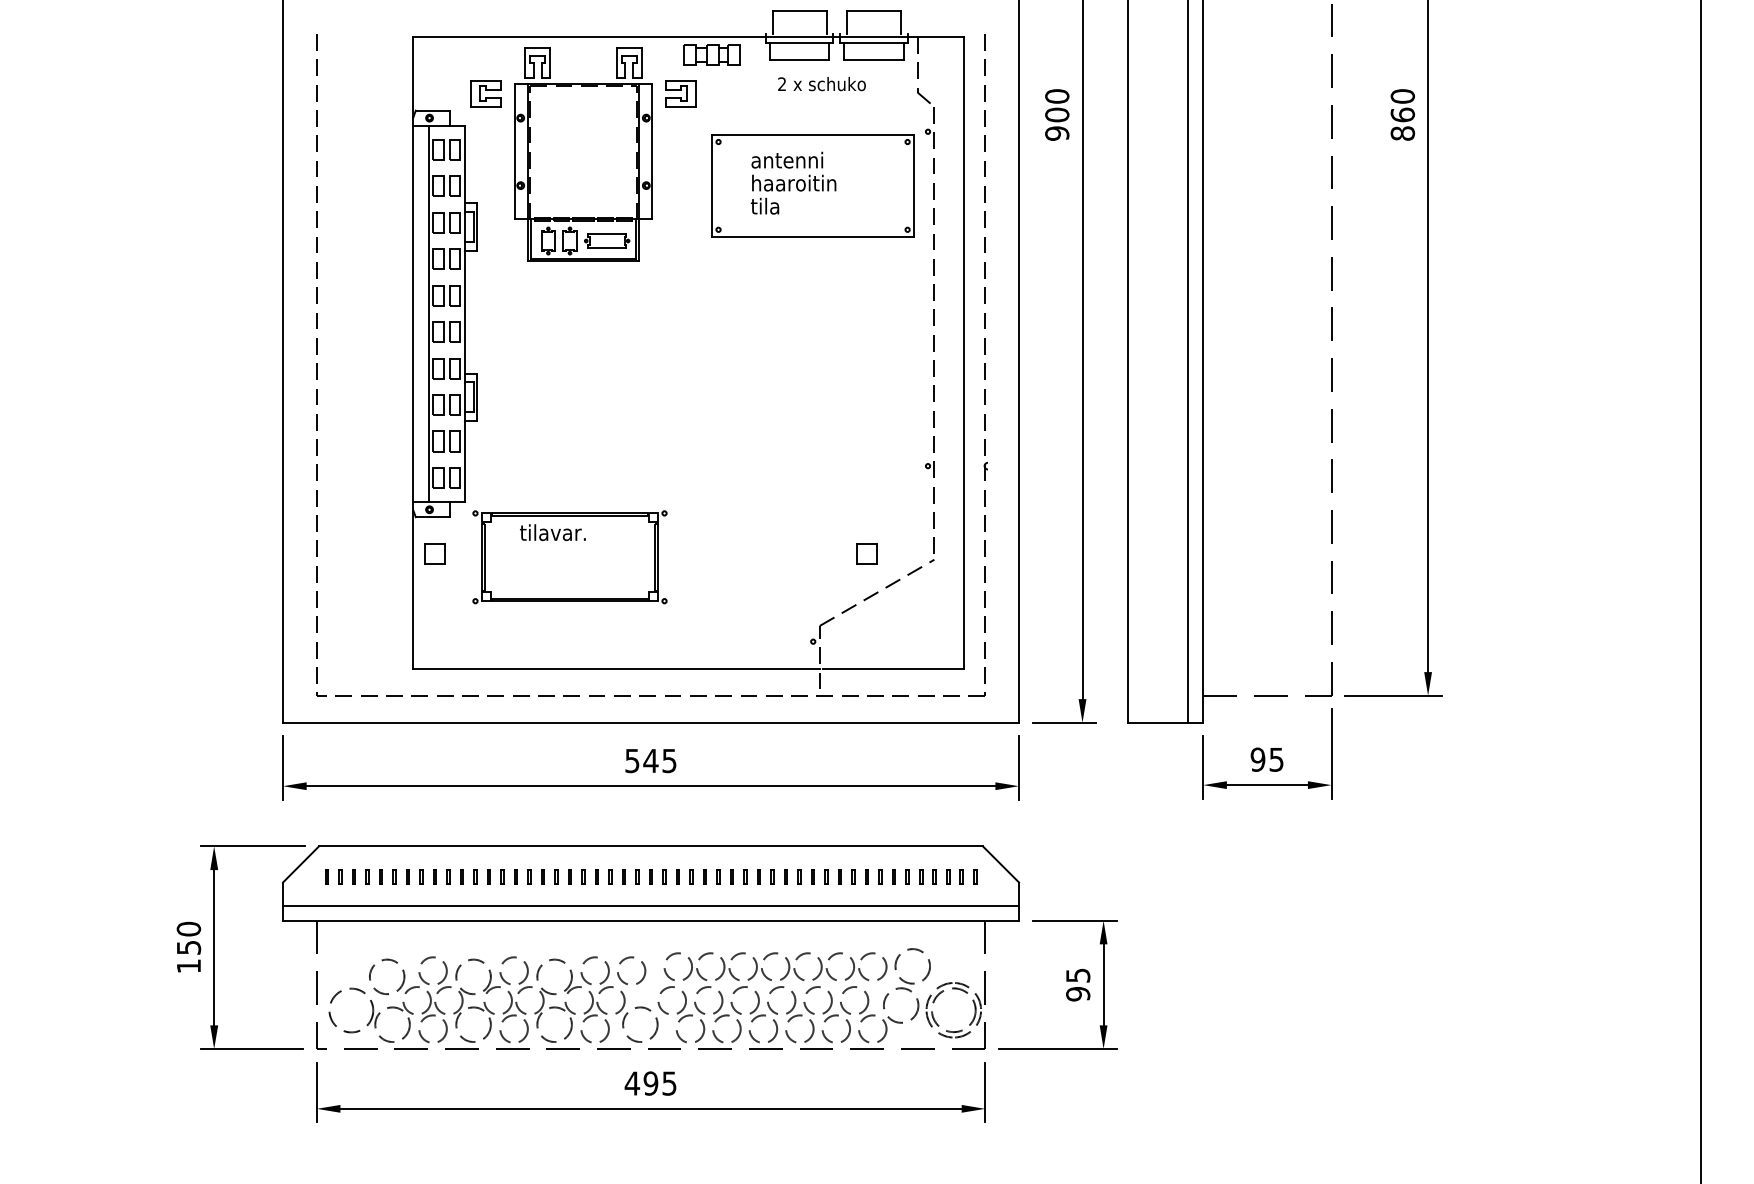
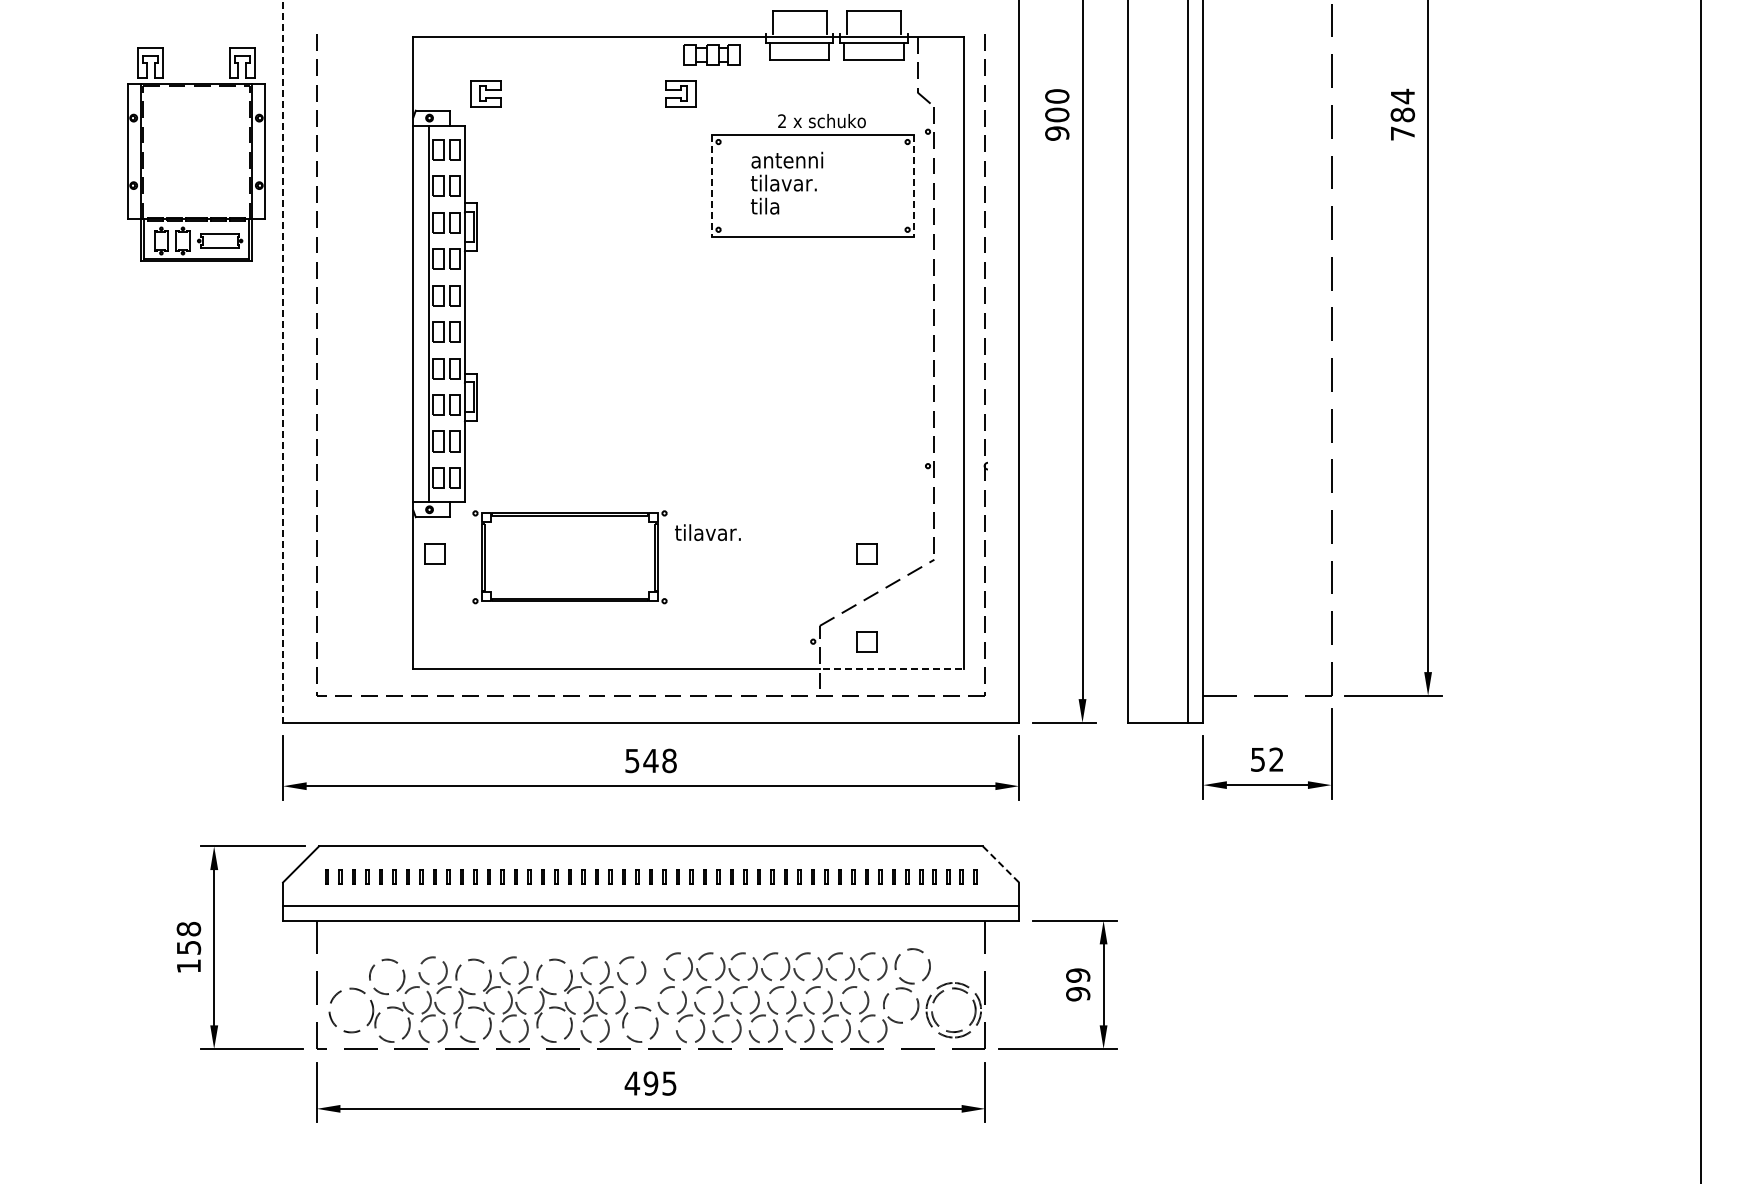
text at (821, 84) position: (821, 84) -> (821, 121)
text at (1402, 114): 860 -> 784
part at (583, 154) position: (583, 154) -> (196, 154)
text at (793, 182): haaroitin -> tilavar.
line at (711, 185): solid -> dashed
line at (914, 185): solid -> dashed
line at (283, 361): solid -> dashed
text at (552, 532) position: (552, 532) -> (707, 532)
part at (866, 641): none -> present
line at (893, 668): solid -> dashed
text at (1266, 759): 95 -> 52
text at (669, 760): 545 -> 548
line at (1000, 864): solid -> dashed
text at (188, 928): 150 -> 158
text at (1078, 975): 95 -> 99
